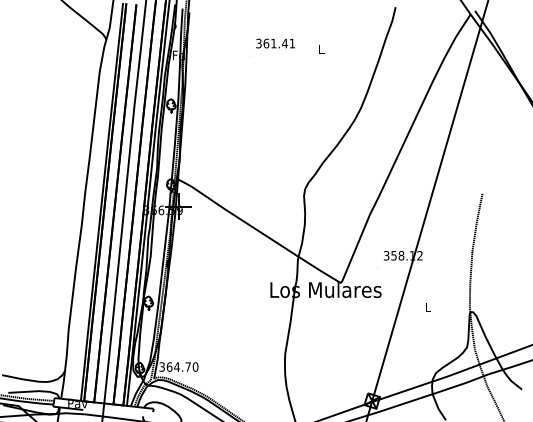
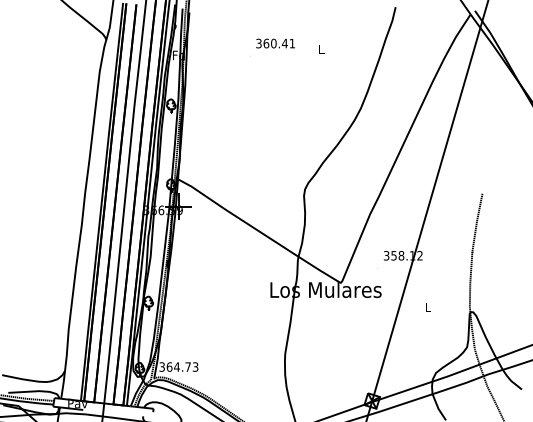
text at (273, 43): 361.41 -> 360.41
text at (195, 366): 364.70 -> 364.73
